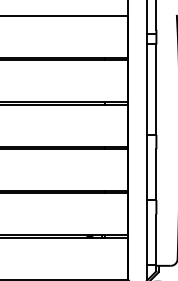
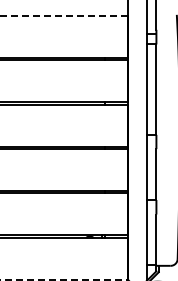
line at (63, 16): solid -> dashed
line at (64, 279): solid -> dashed
